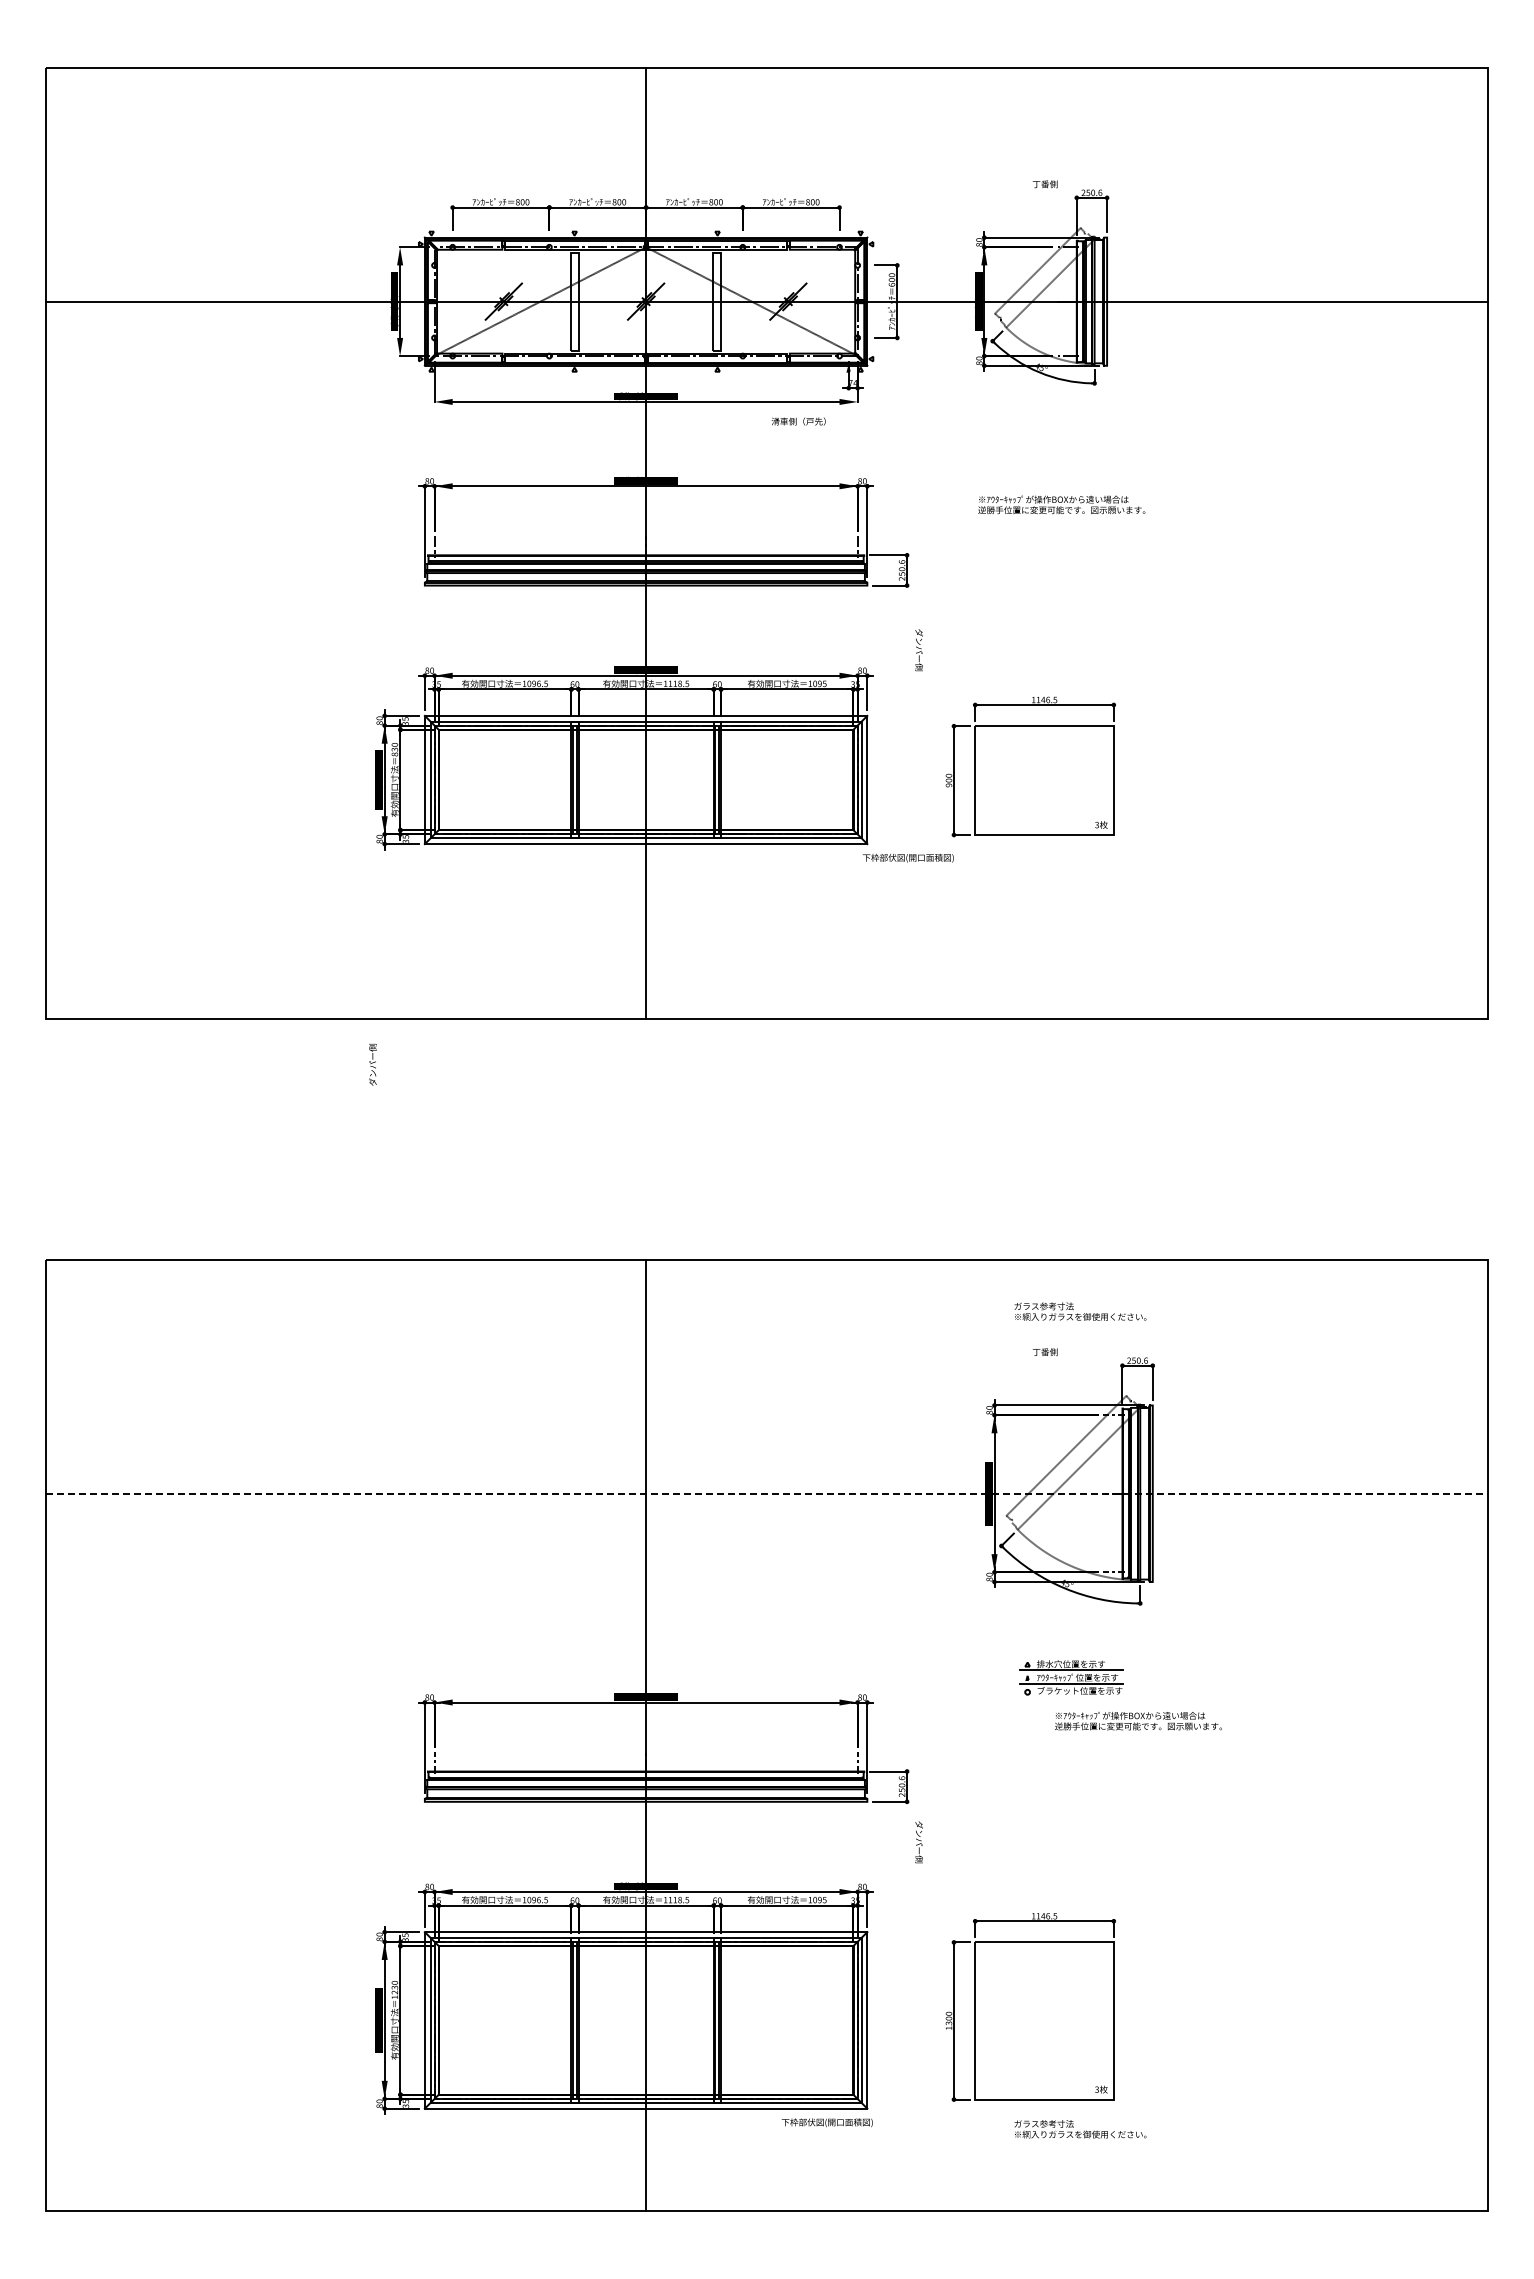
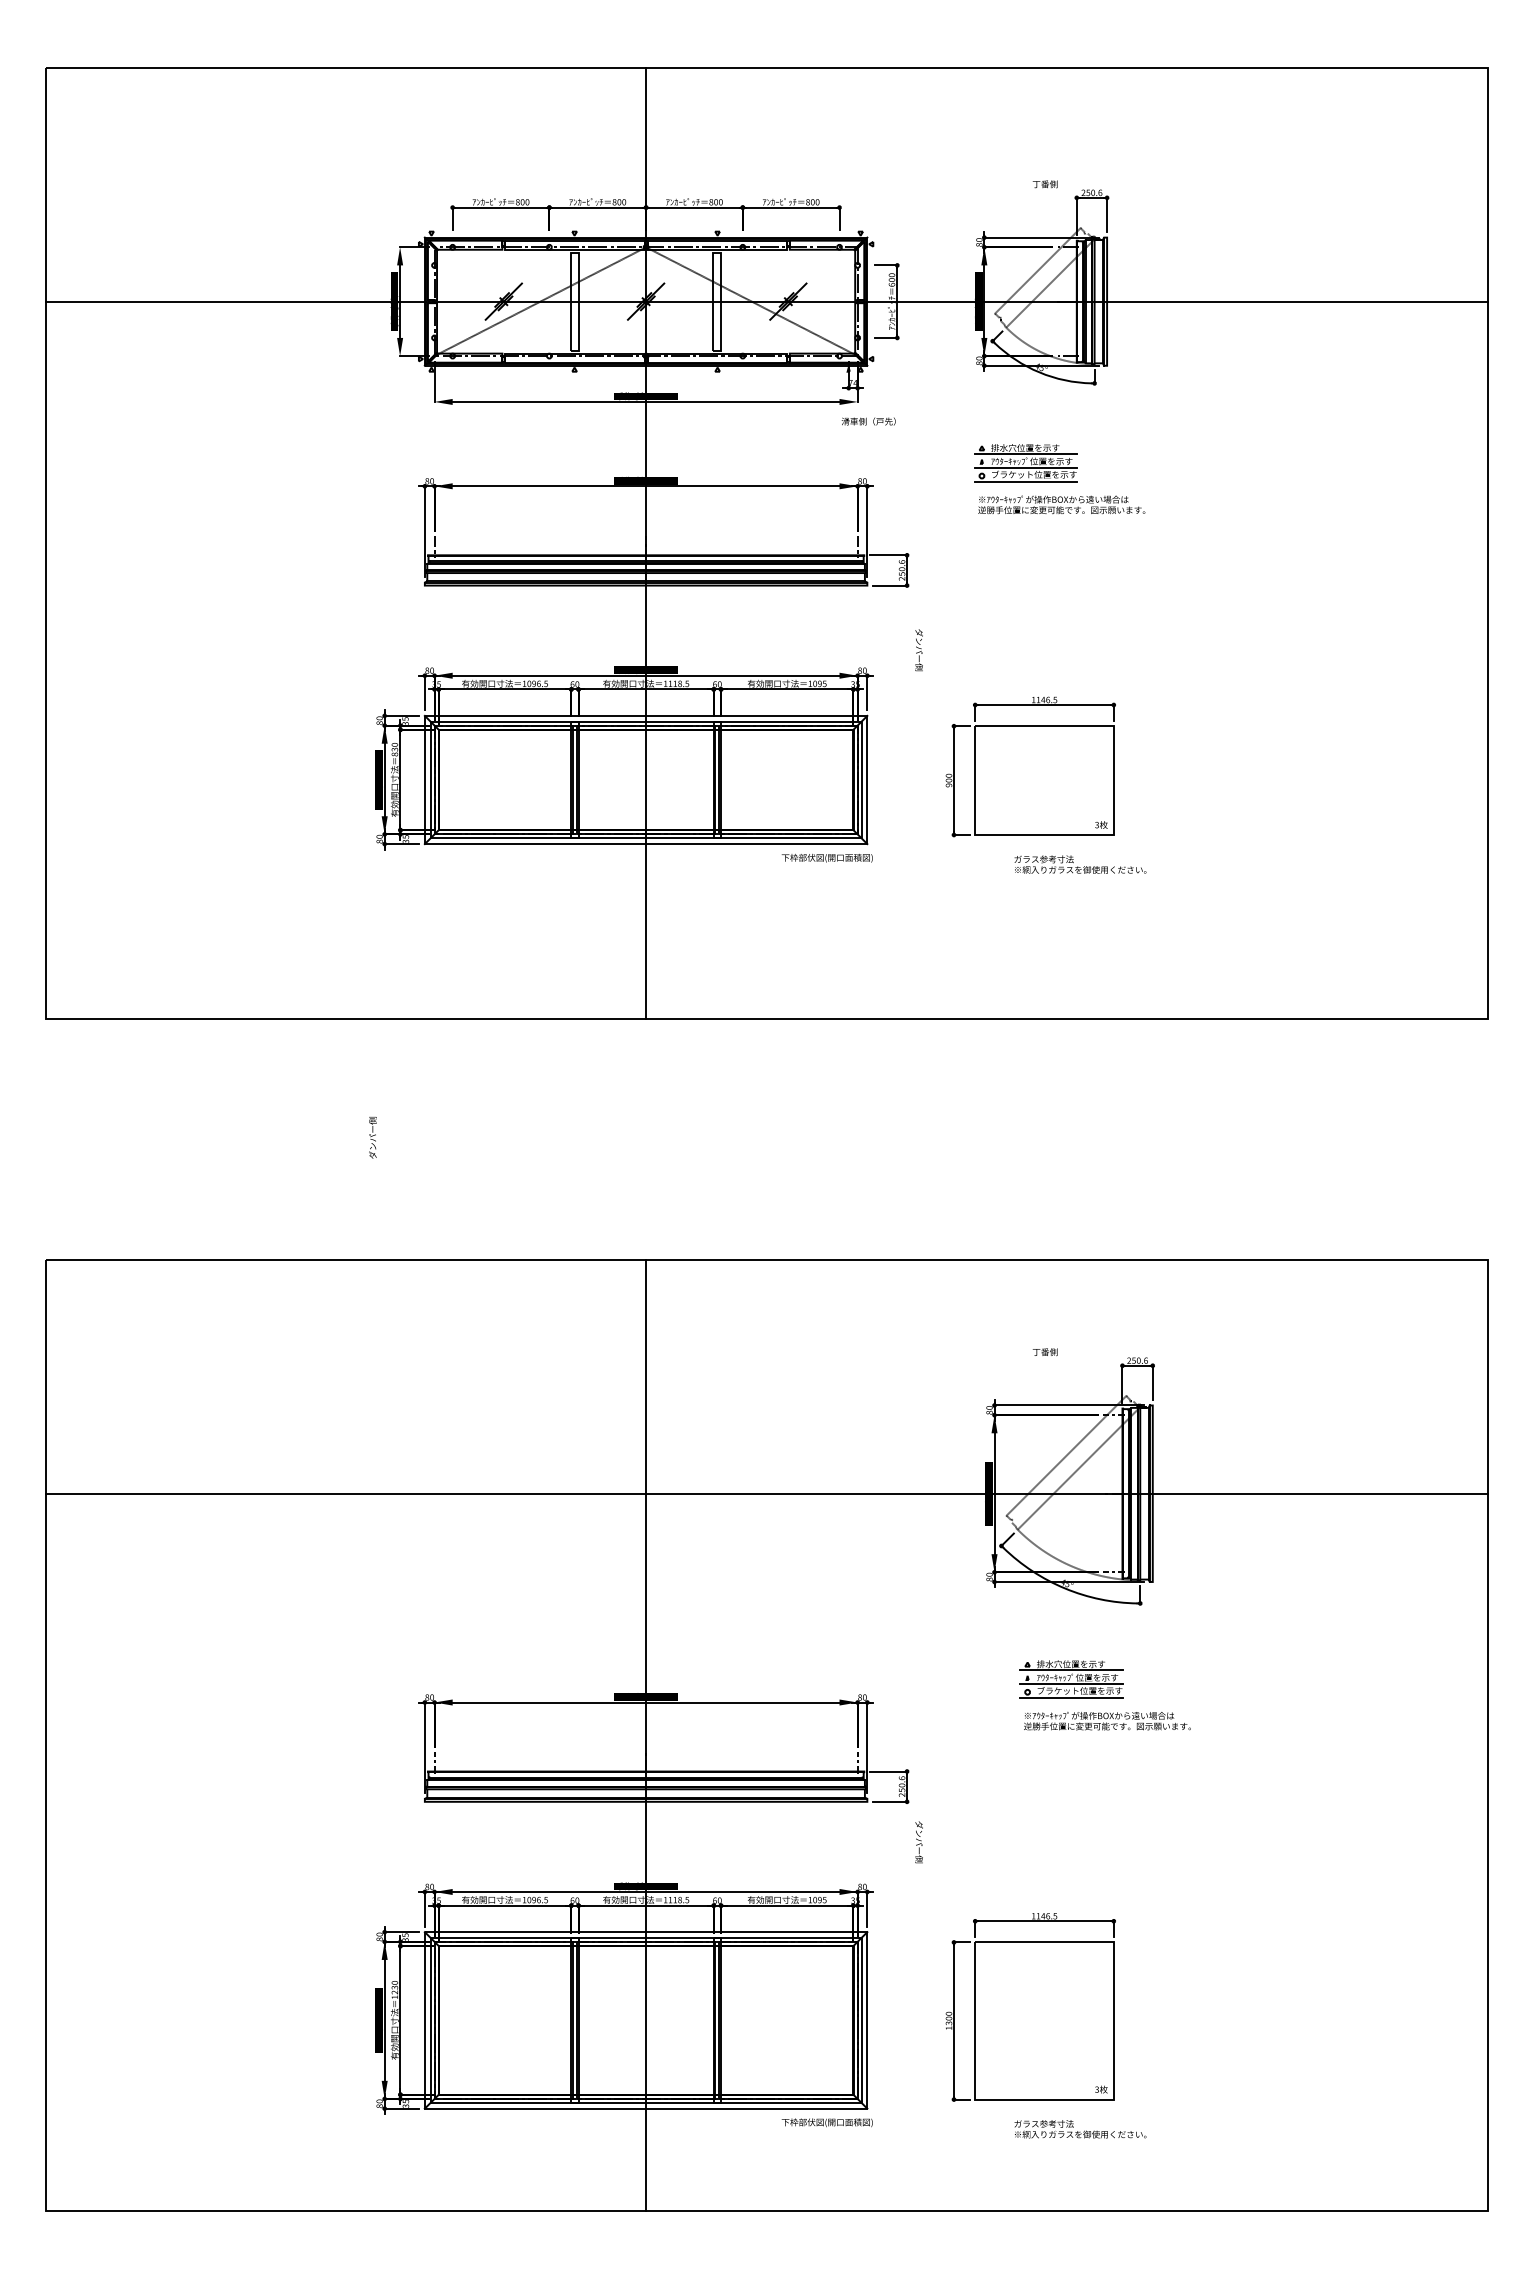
text at (798, 421) position: (798, 421) -> (868, 421)
part at (1025, 463): none -> present
text at (907, 858) position: (907, 858) -> (826, 858)
text at (372, 1064) position: (372, 1064) -> (372, 1137)
text at (1080, 1311) position: (1080, 1311) -> (1080, 864)
line at (766, 1493): dashed -> solid
line at (1071, 1697): none -> present
text at (1138, 1721) position: (1138, 1721) -> (1107, 1721)
